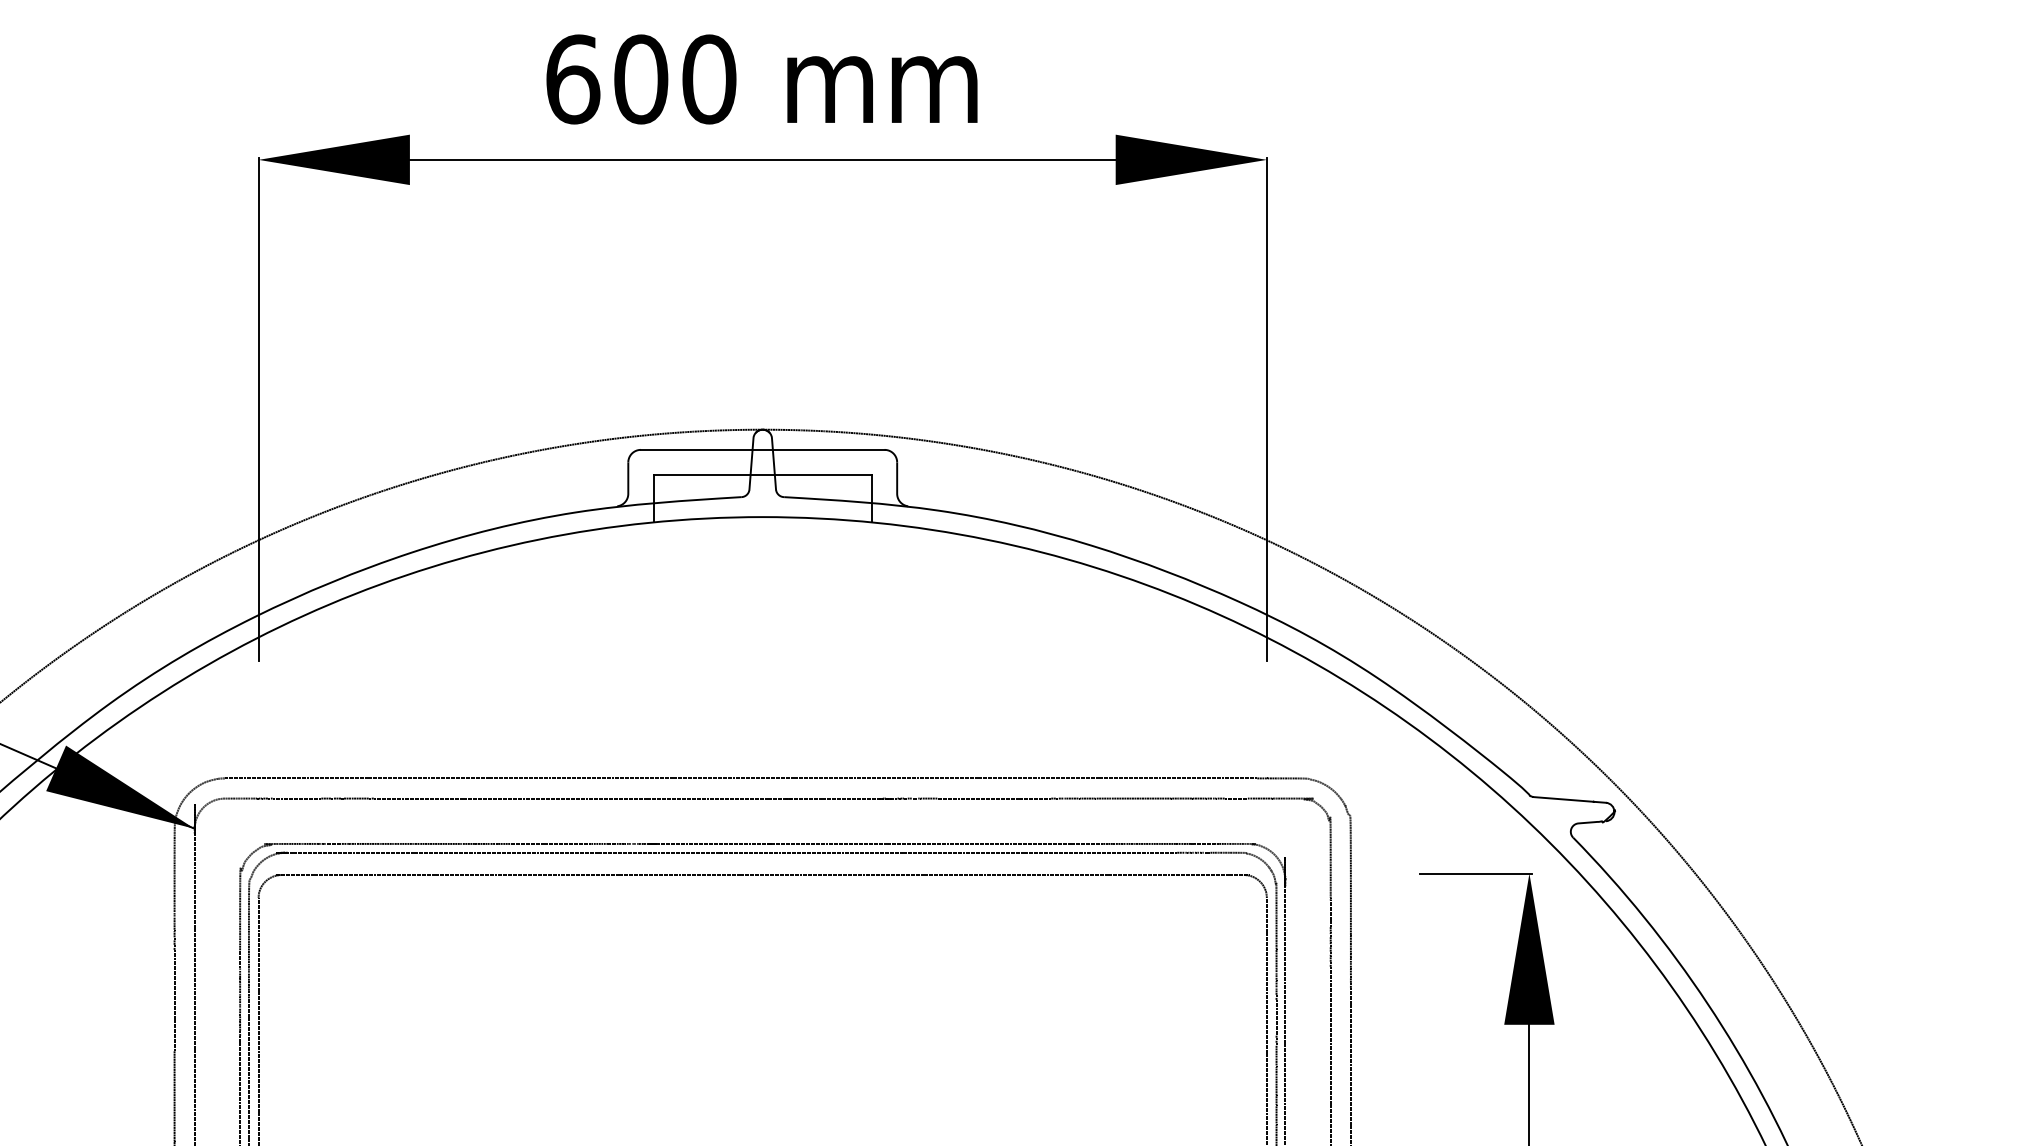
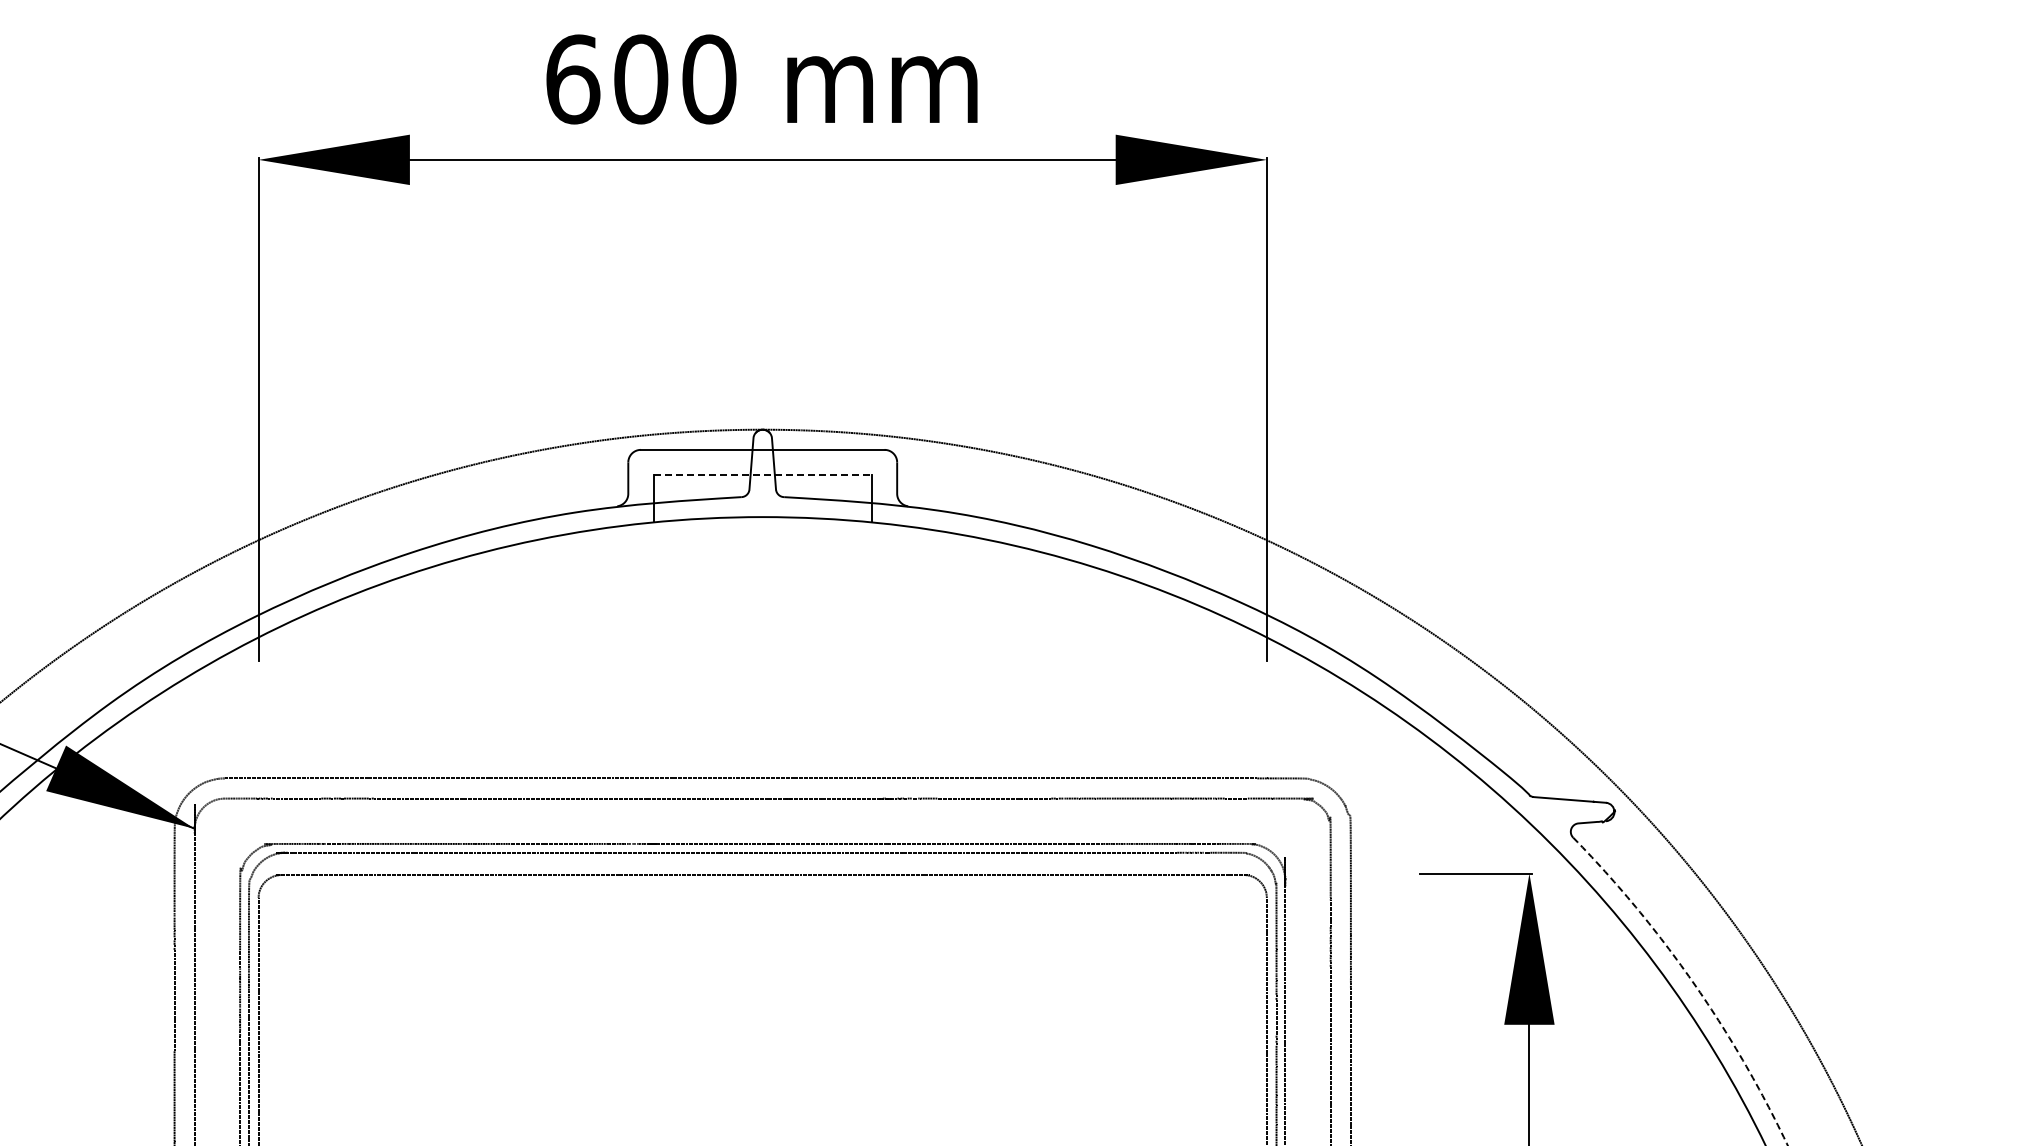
line at (763, 475): solid -> dashed
arc at (1693, 983): solid -> dashed
